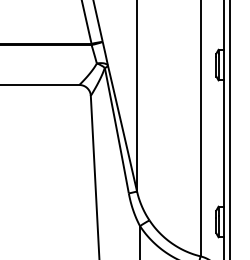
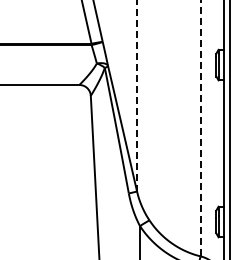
line at (137, 95): solid -> dashed
line at (200, 128): solid -> dashed
